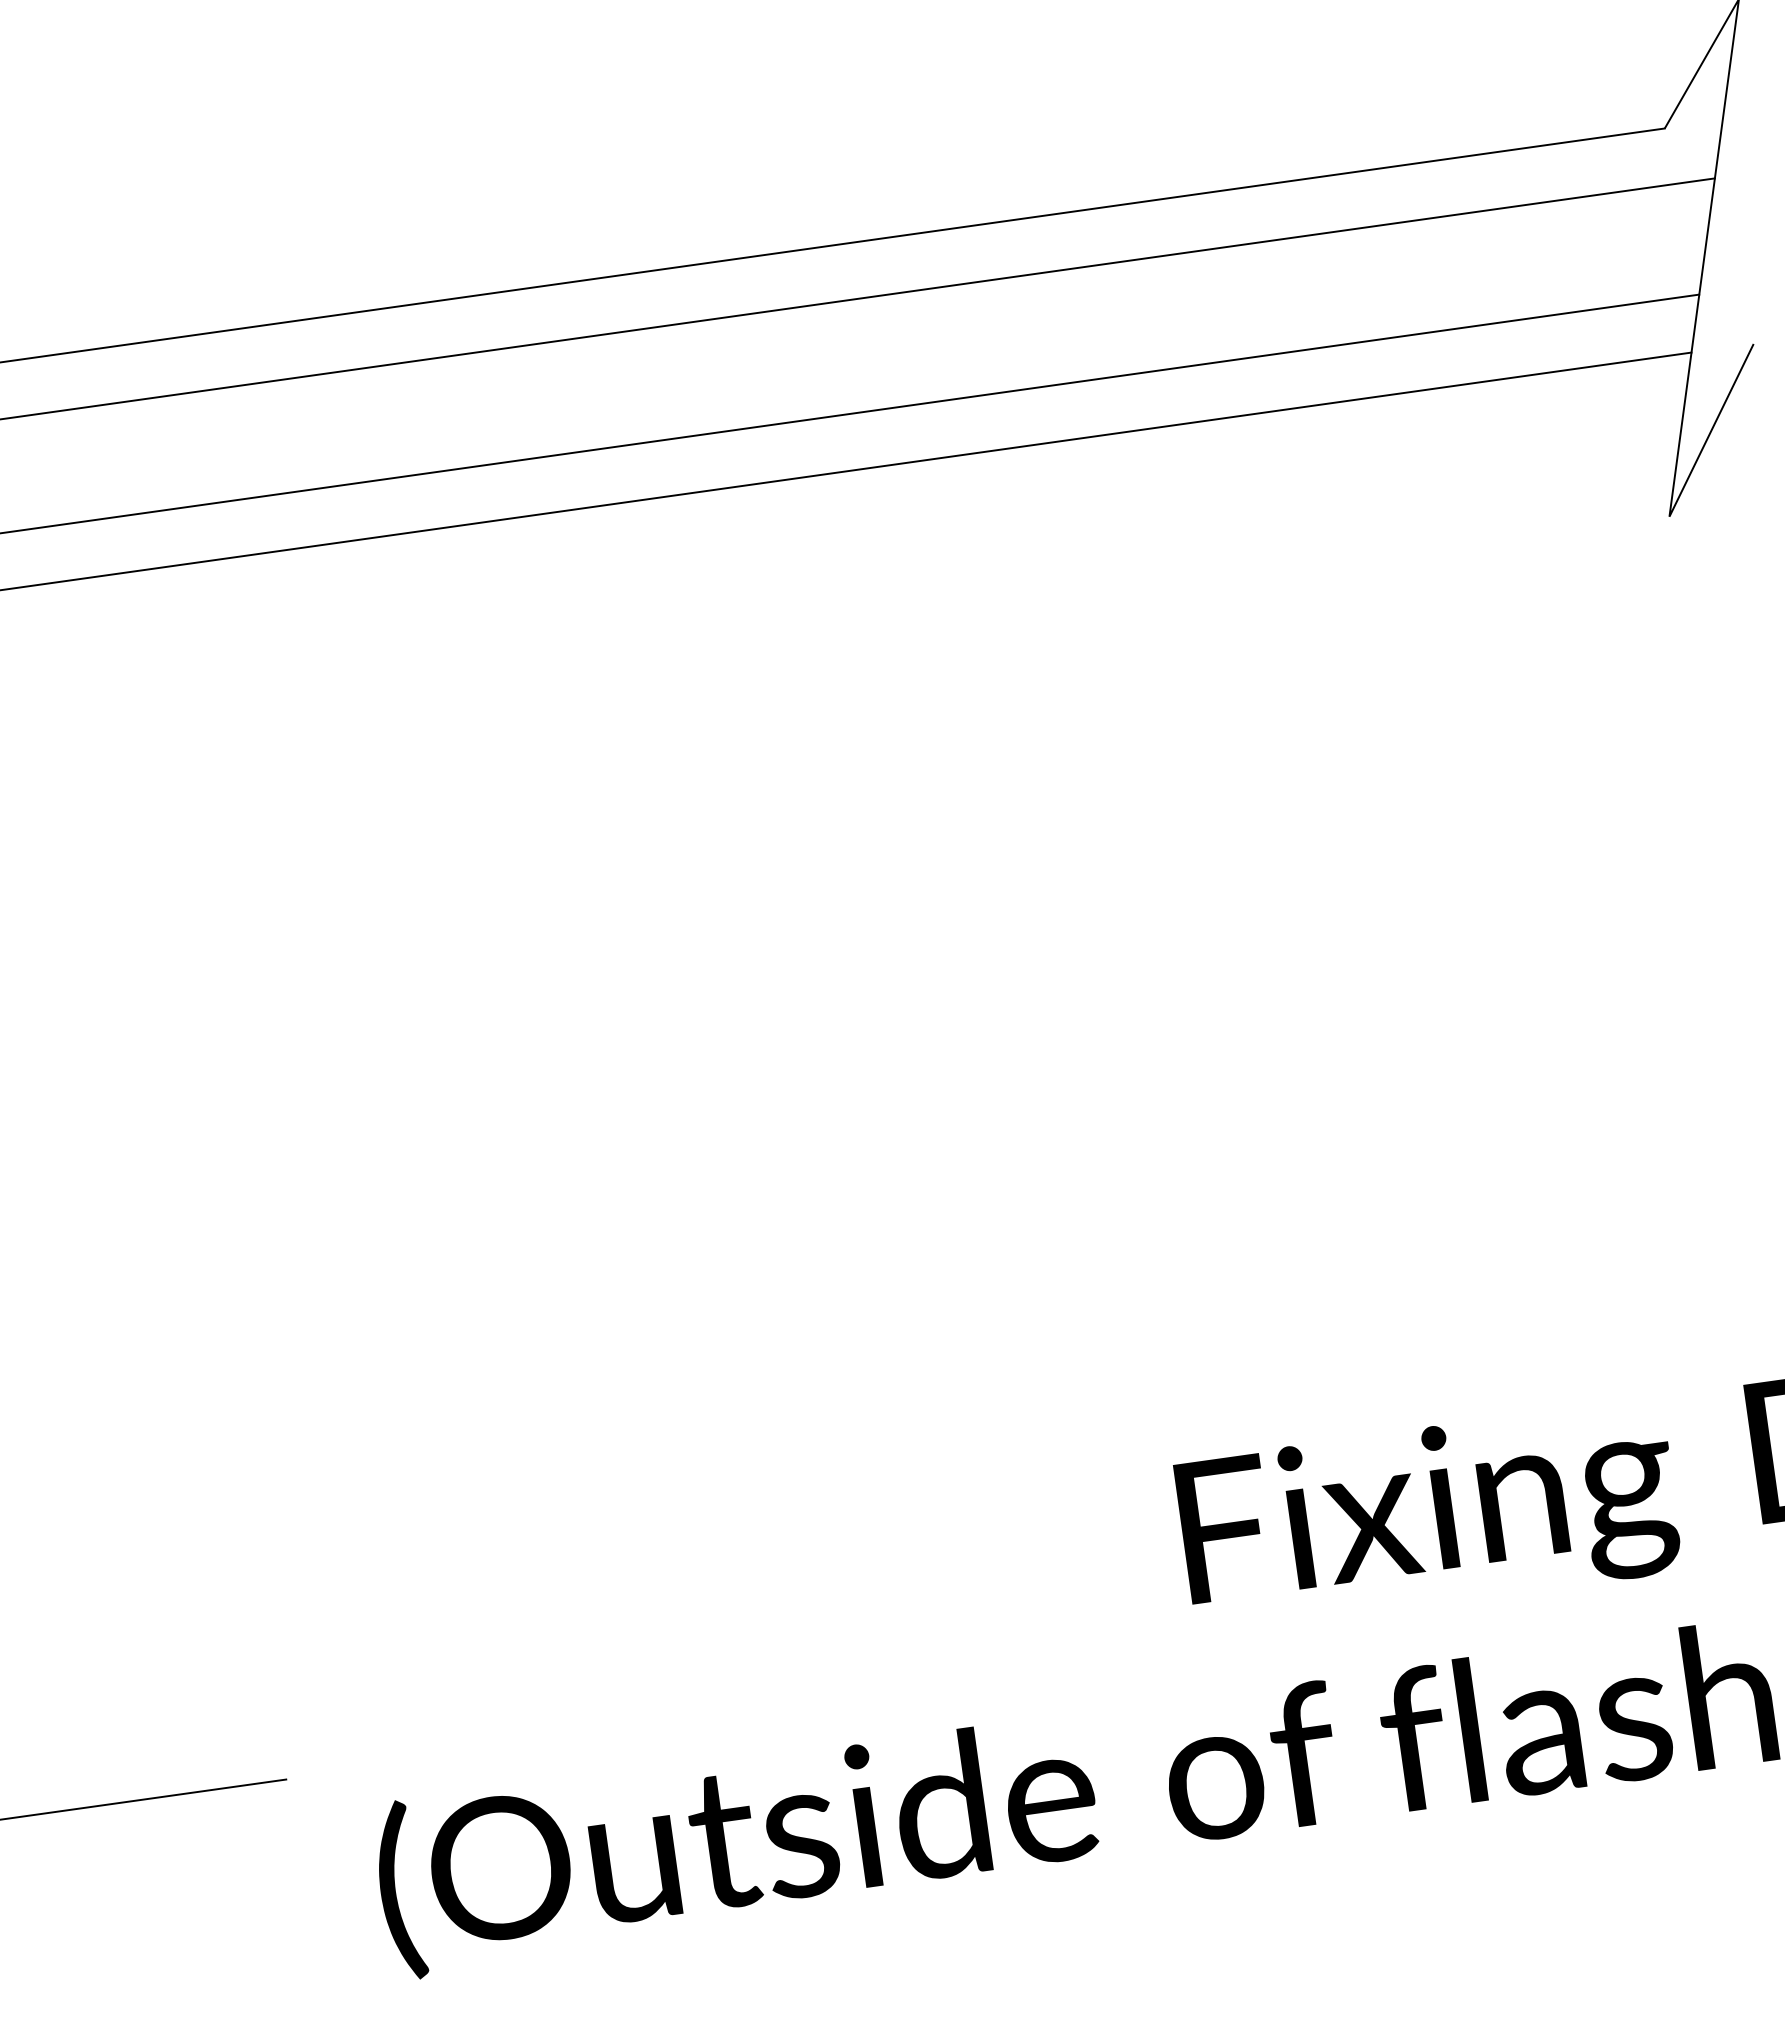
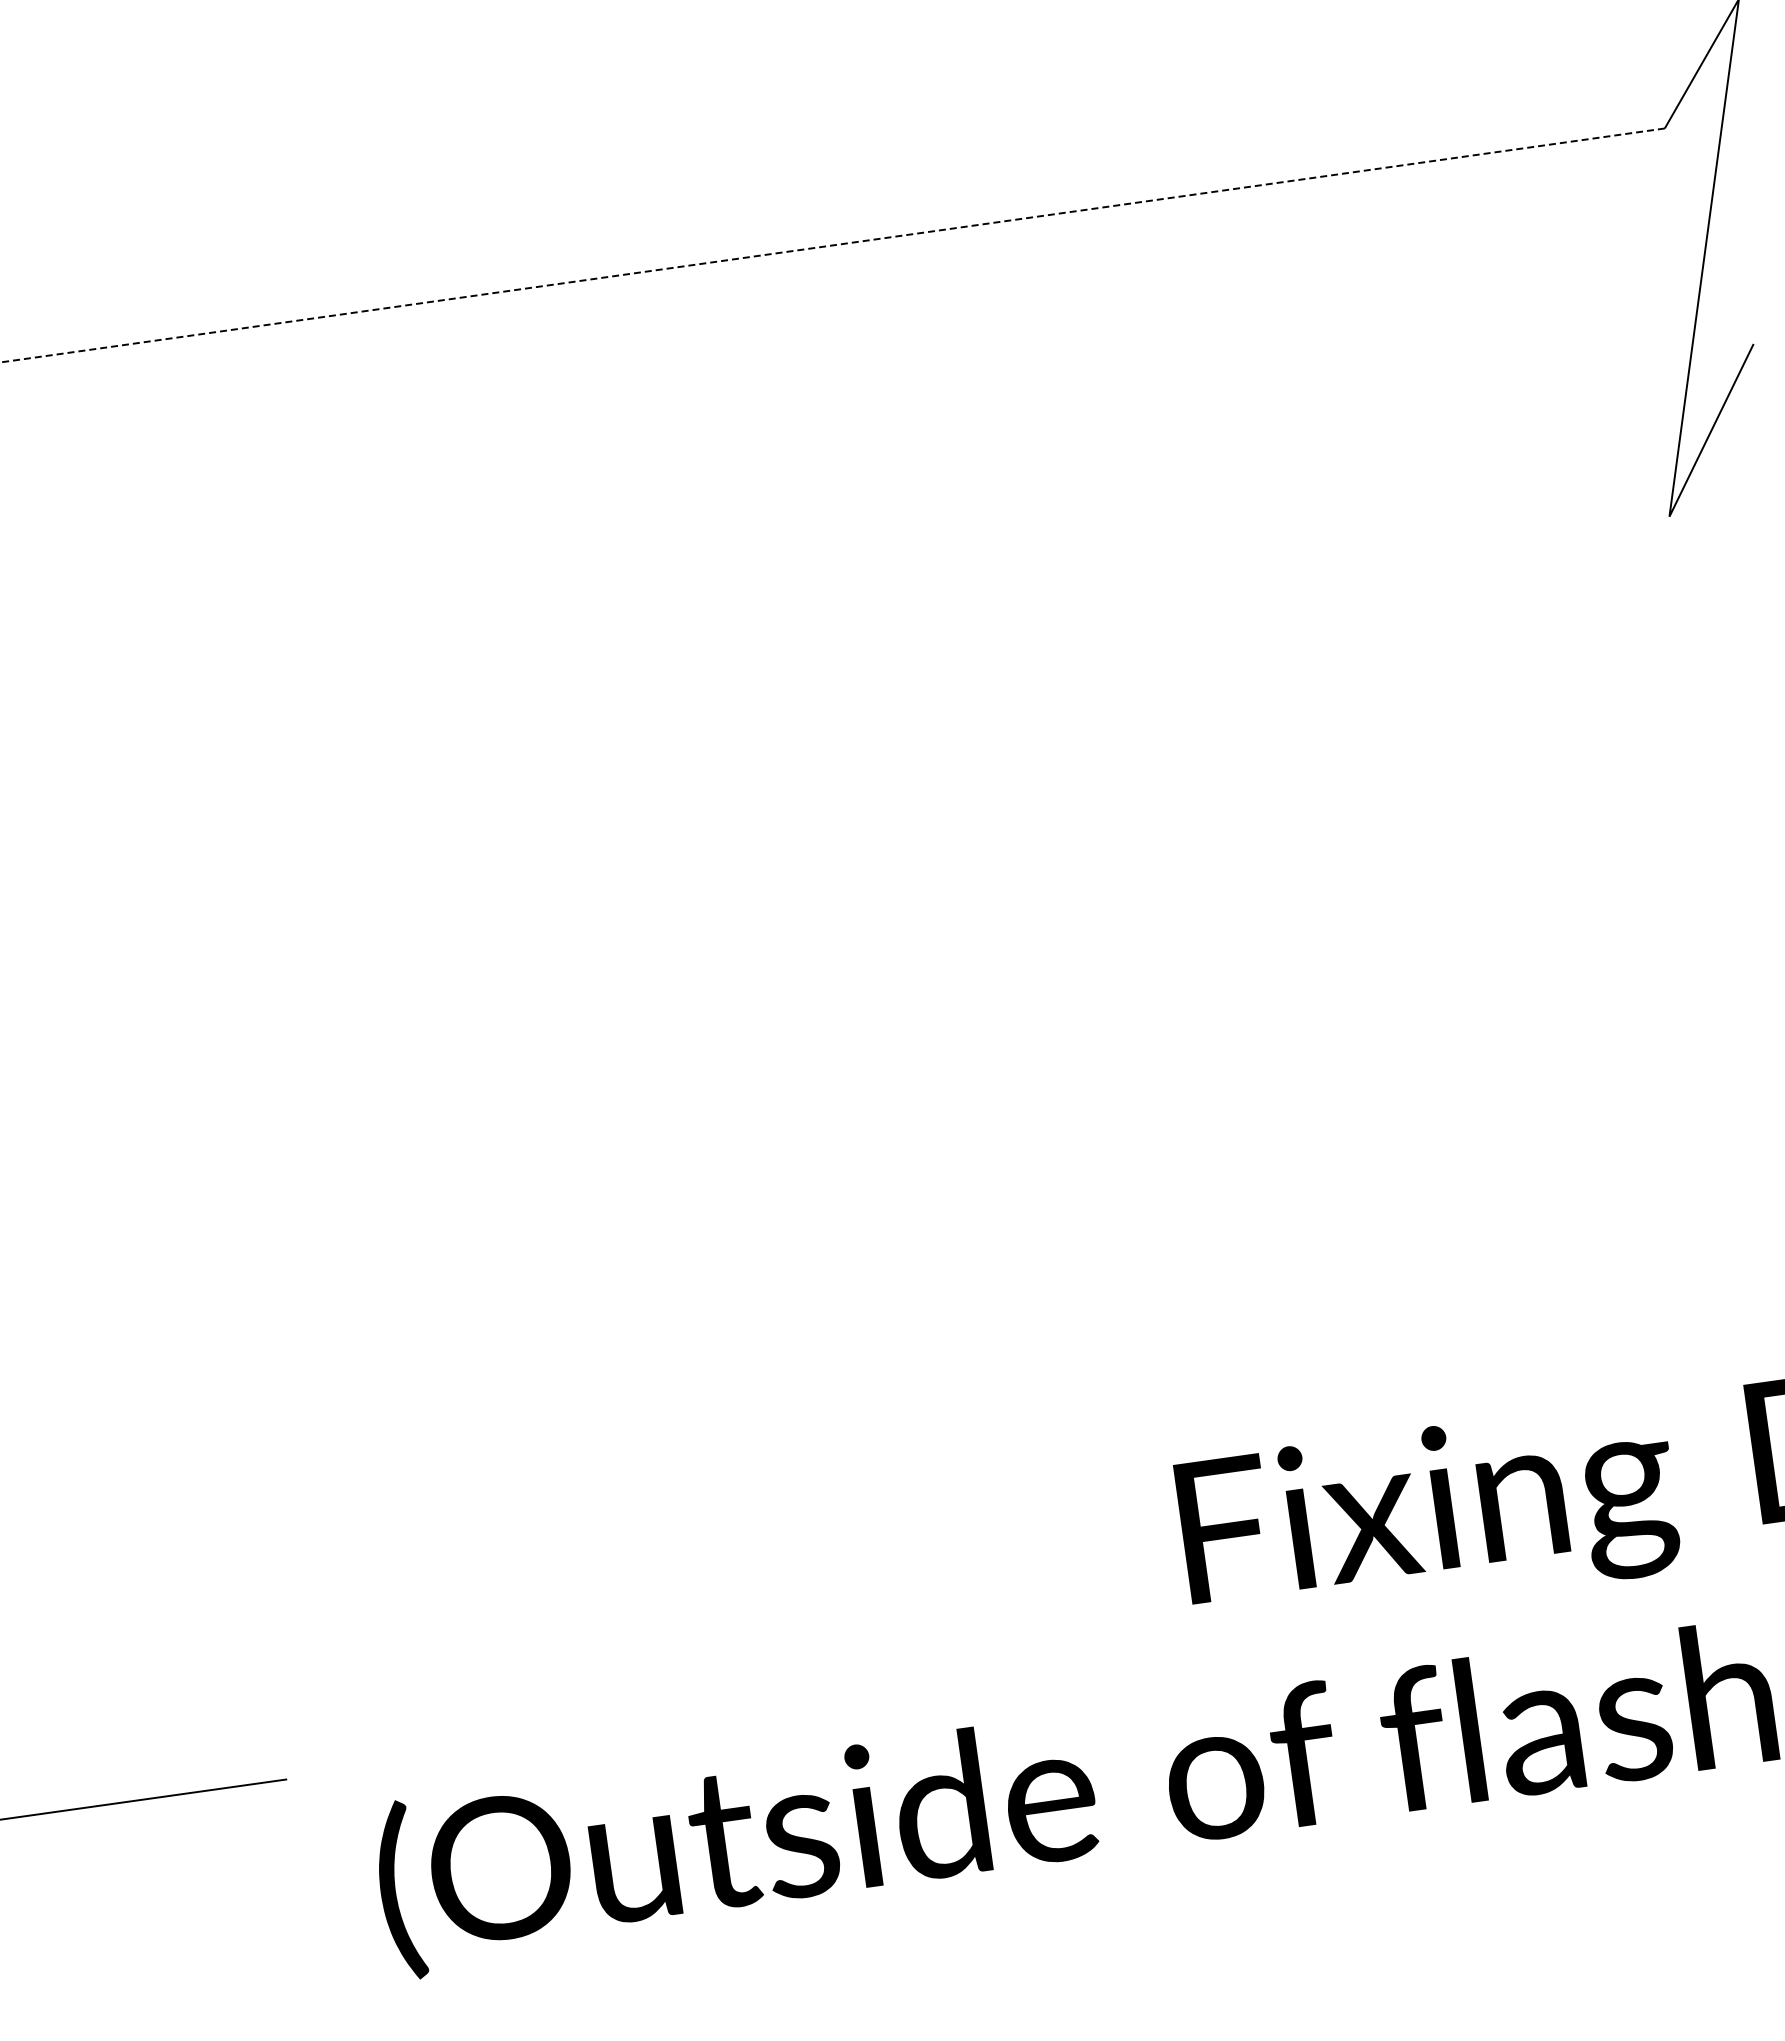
line at (832, 245): solid -> dashed
line at (858, 298): present -> none
line at (850, 413): present -> none
line at (846, 470): present -> none
